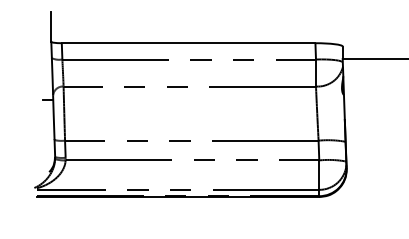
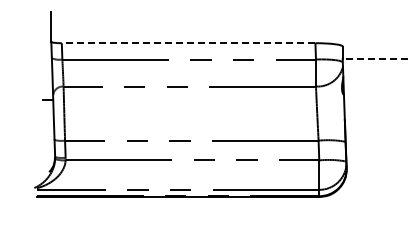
line at (188, 43): solid -> dashed
line at (375, 59): solid -> dashed
